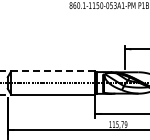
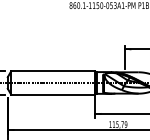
line at (52, 71): dashed -> solid
